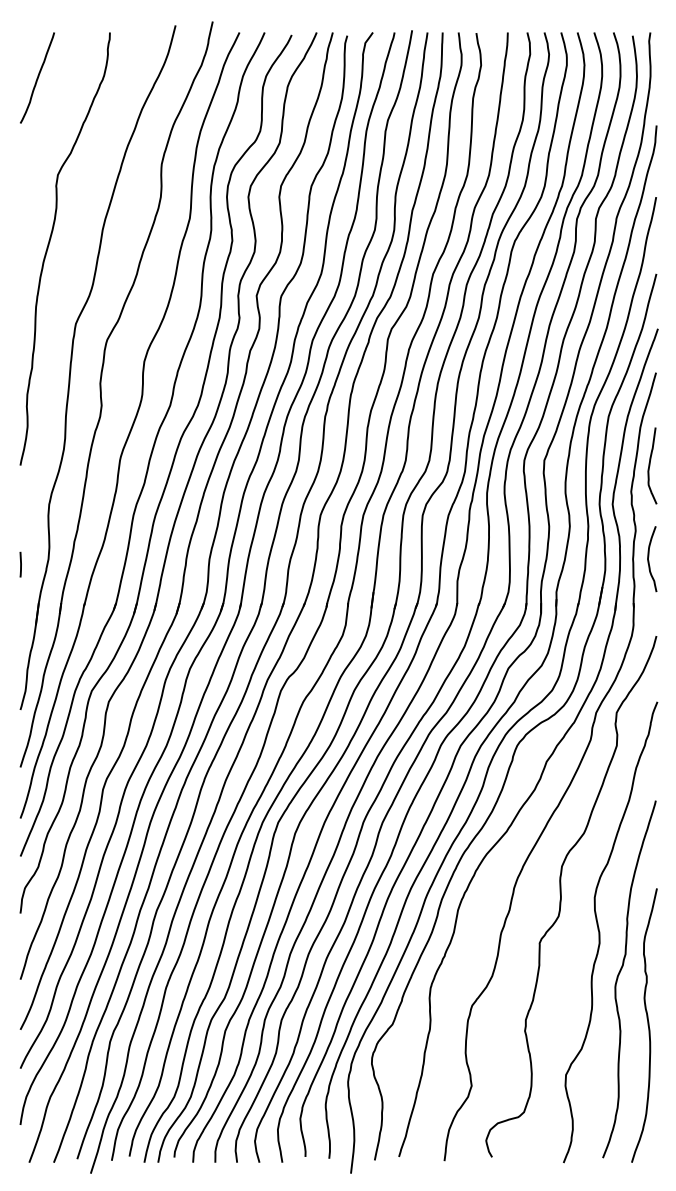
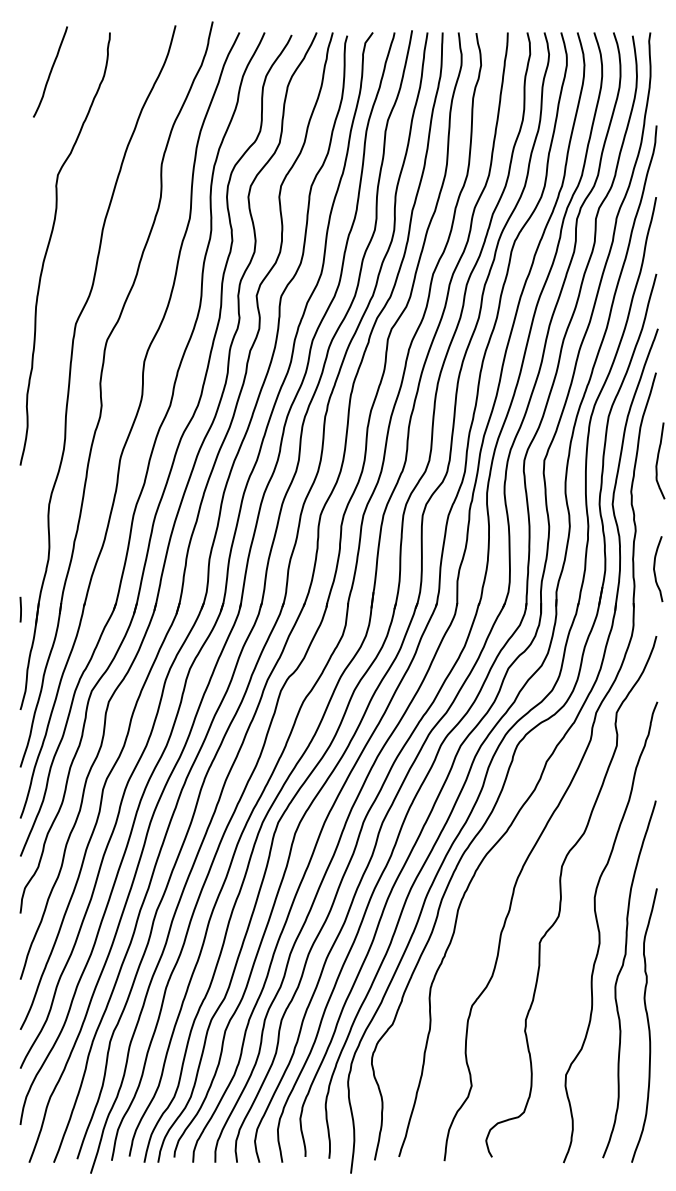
curve at (37, 77) position: (37, 77) -> (50, 71)
curve at (650, 465) position: (650, 465) -> (658, 460)
curve at (649, 560) position: (649, 560) -> (655, 570)
line at (20, 564) position: (20, 564) -> (20, 609)
